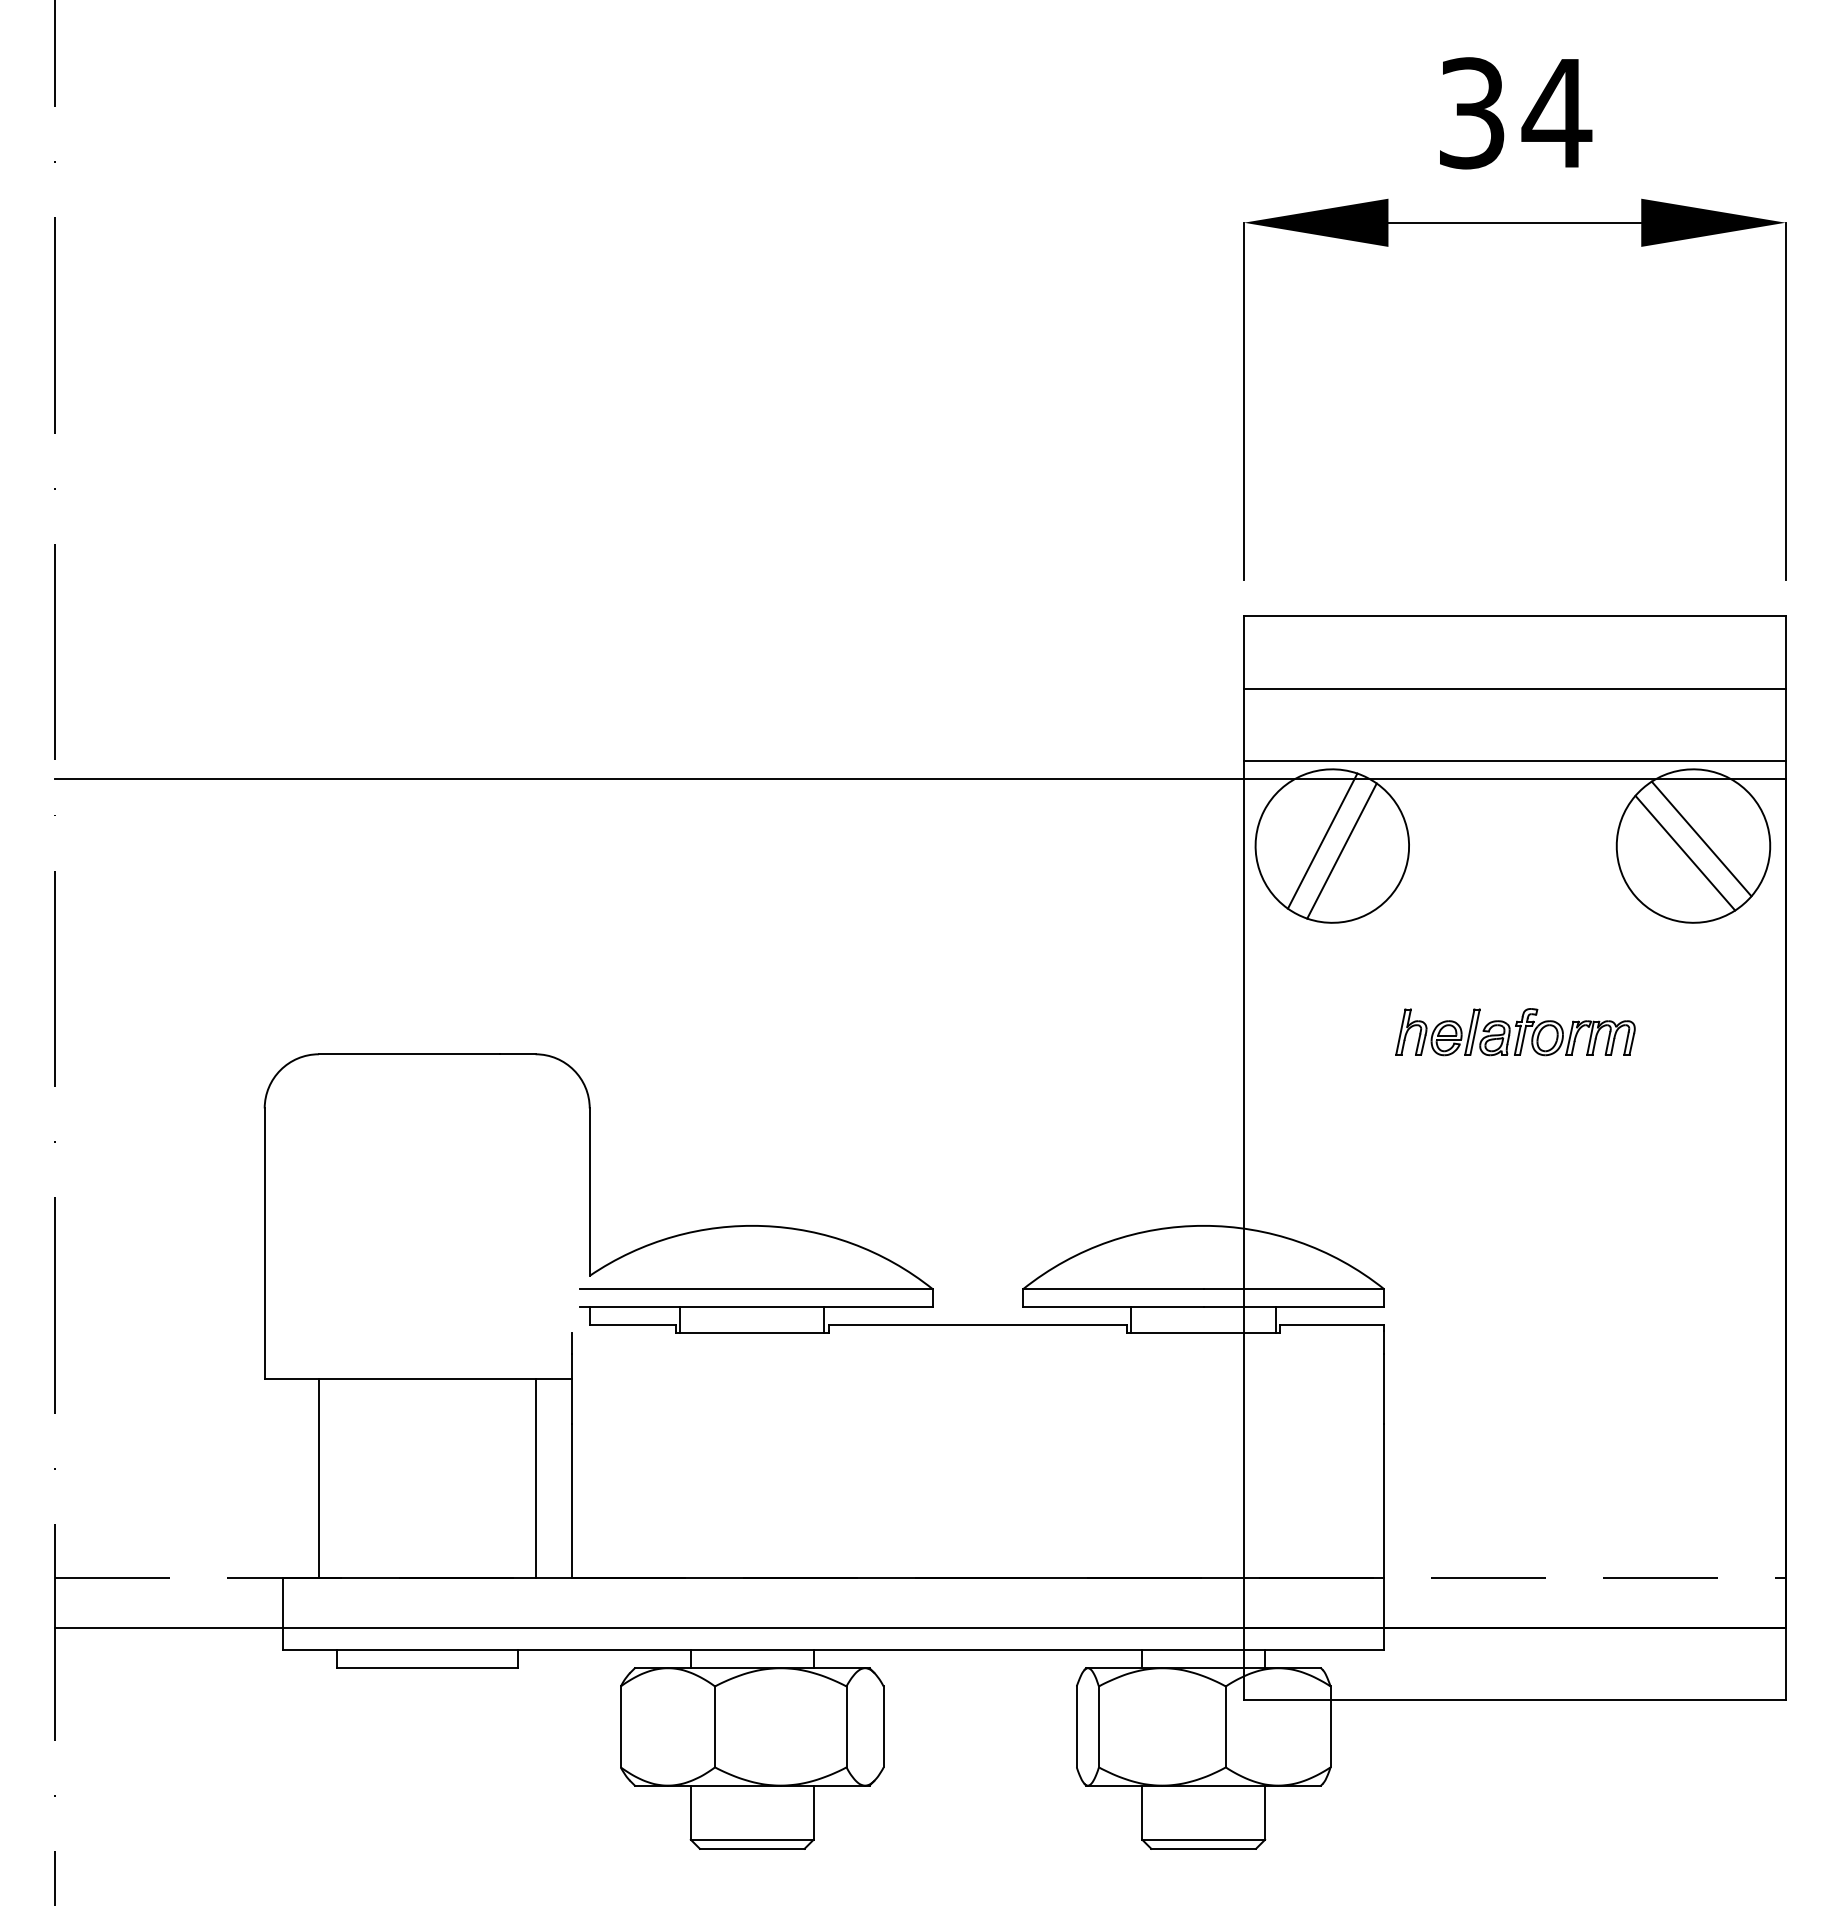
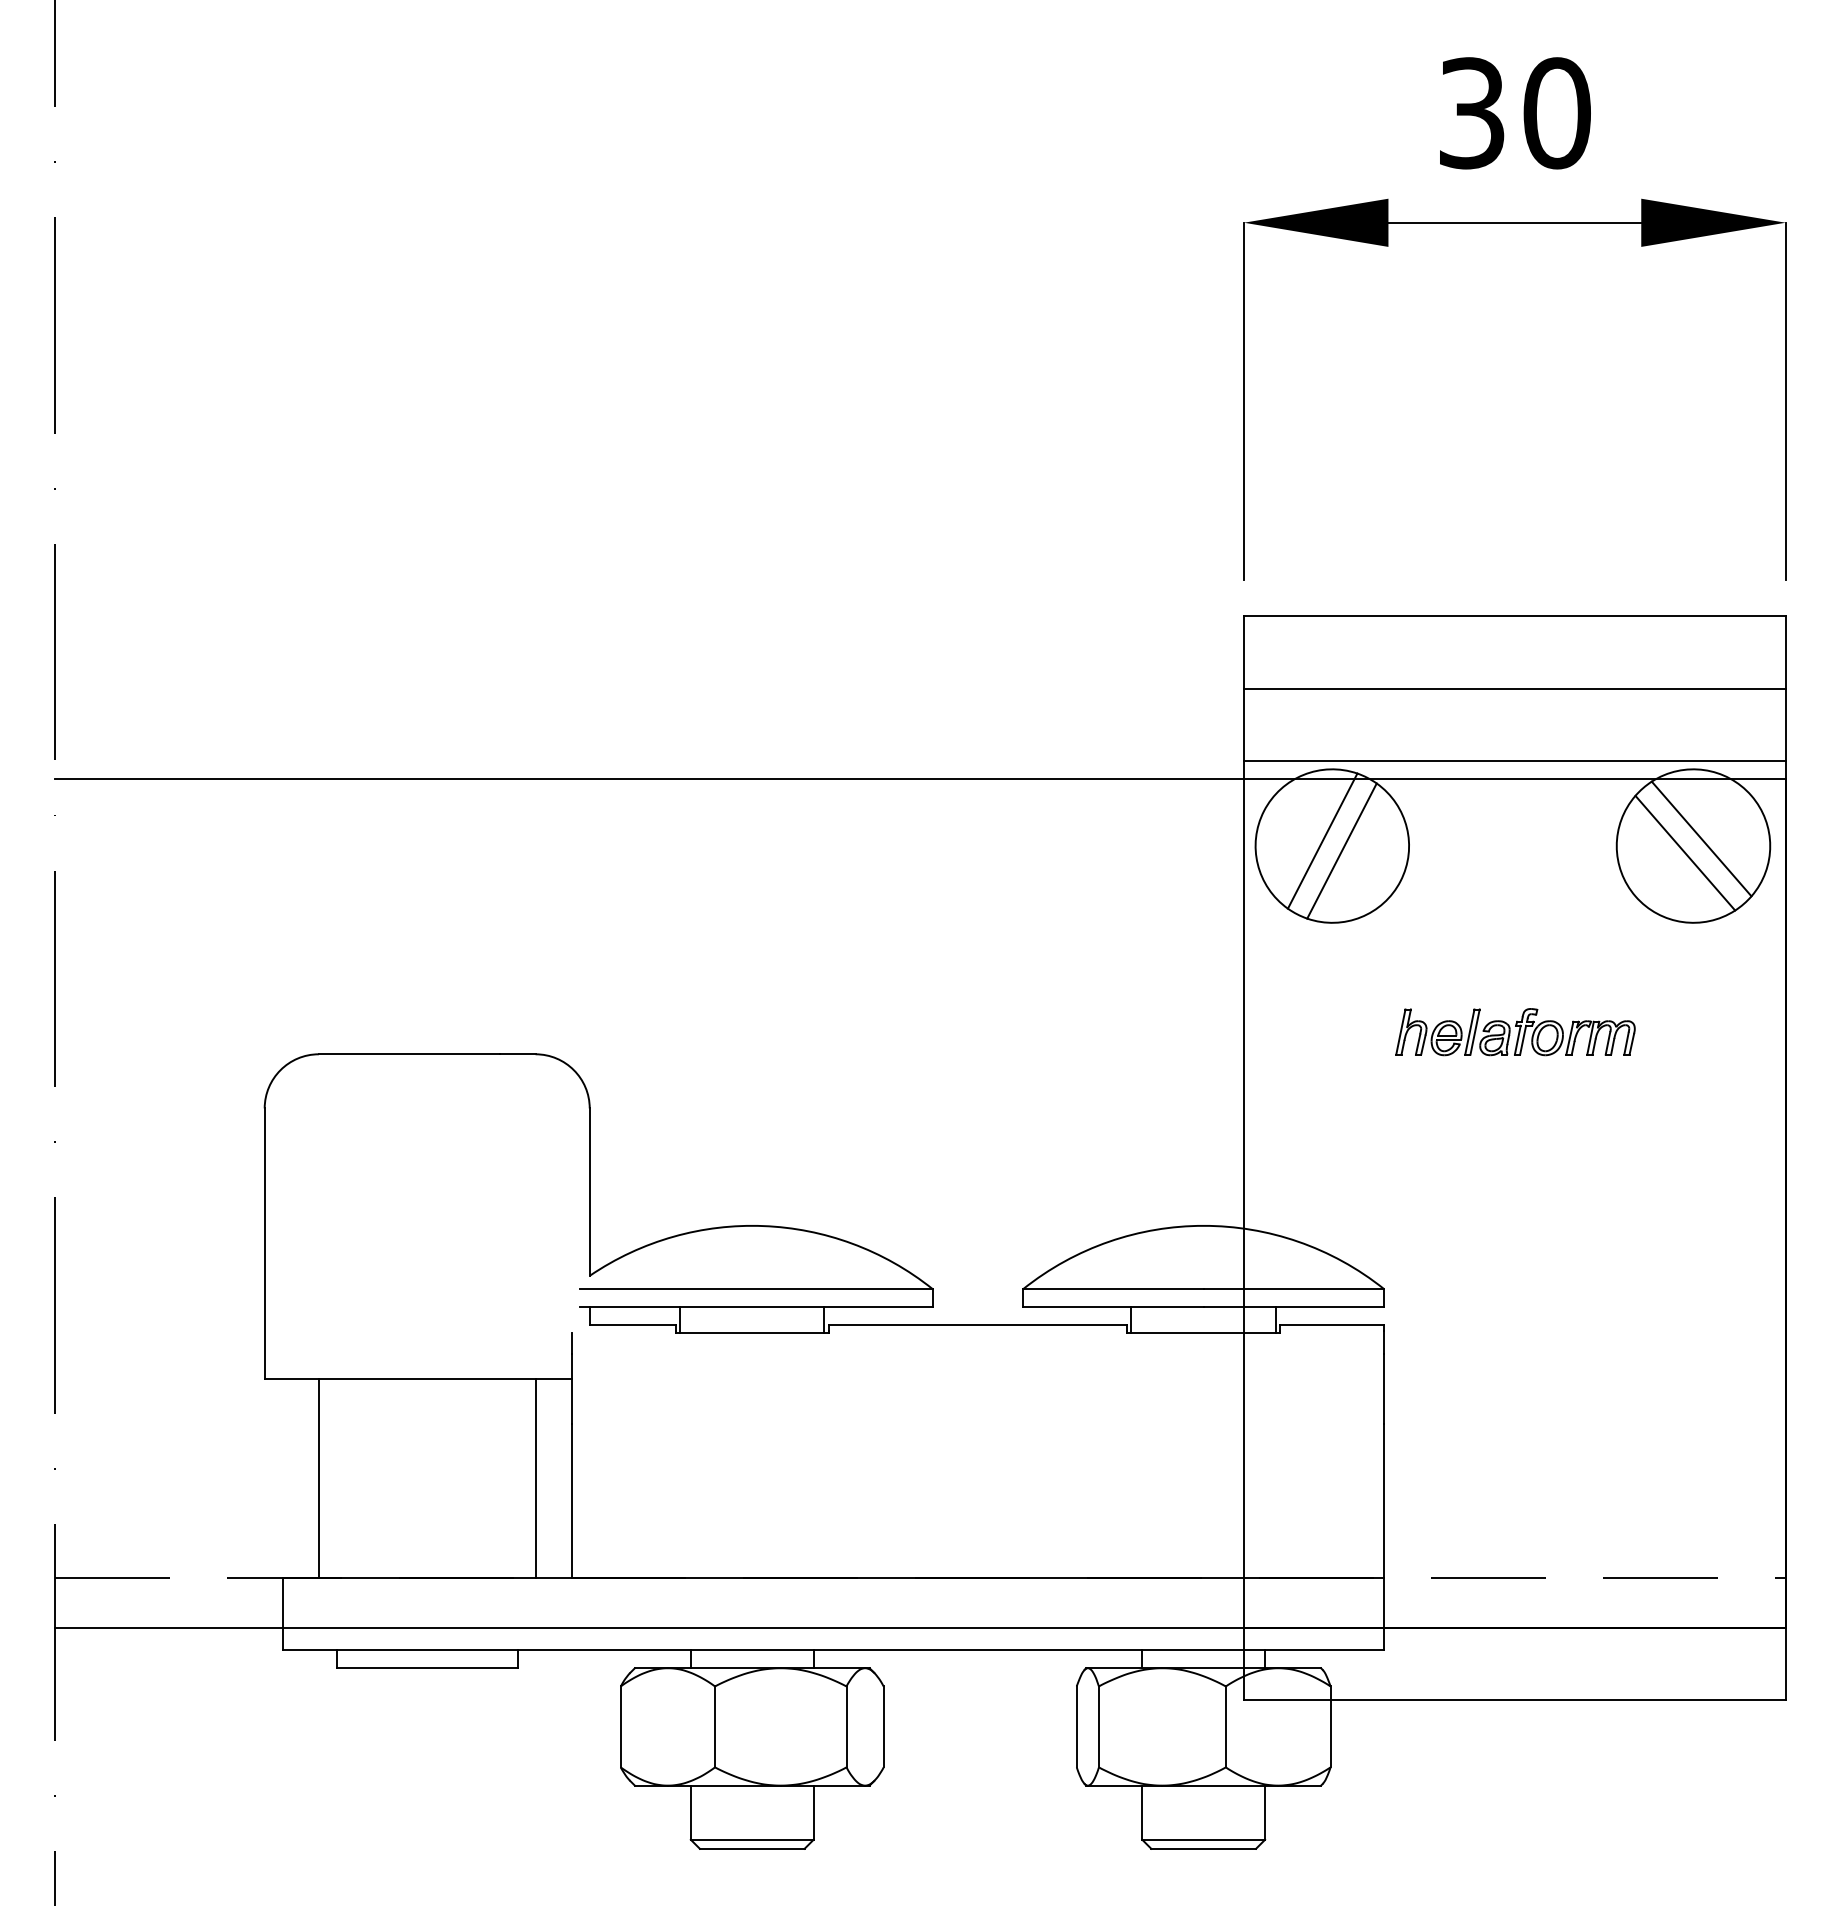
text at (1556, 113): 34 -> 30
